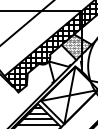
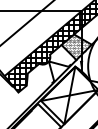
hatch at (37, 116): present -> none
